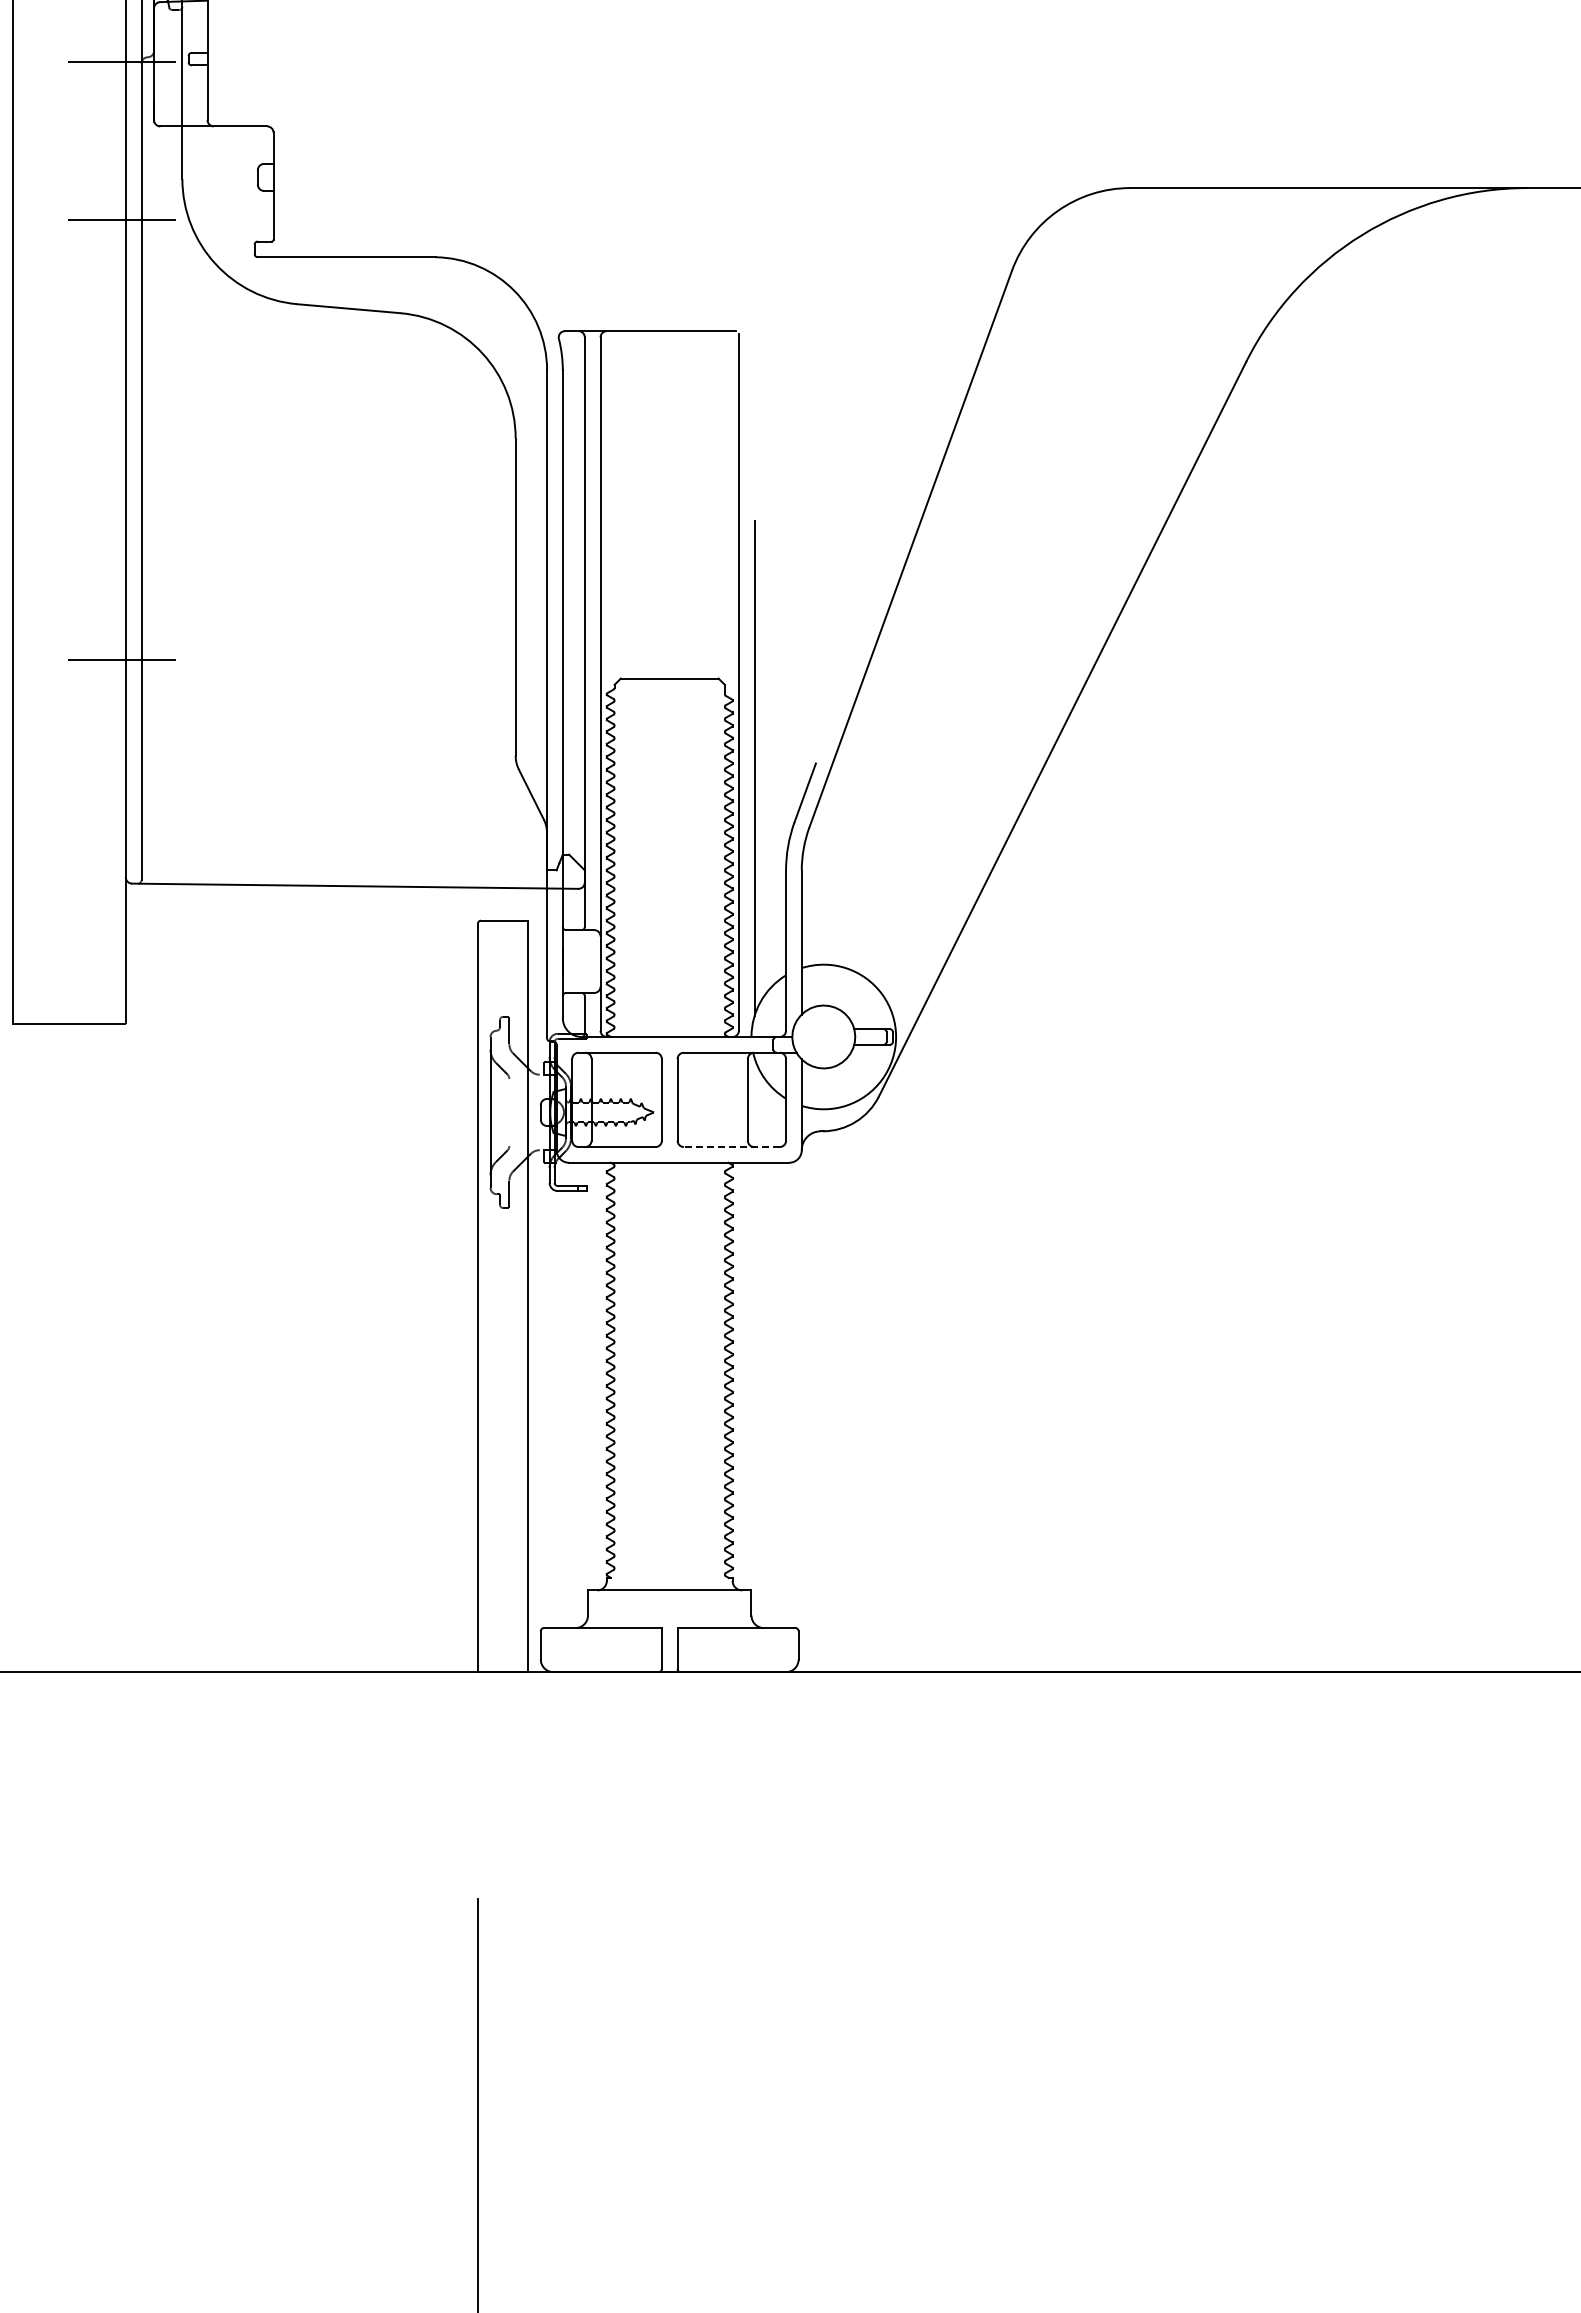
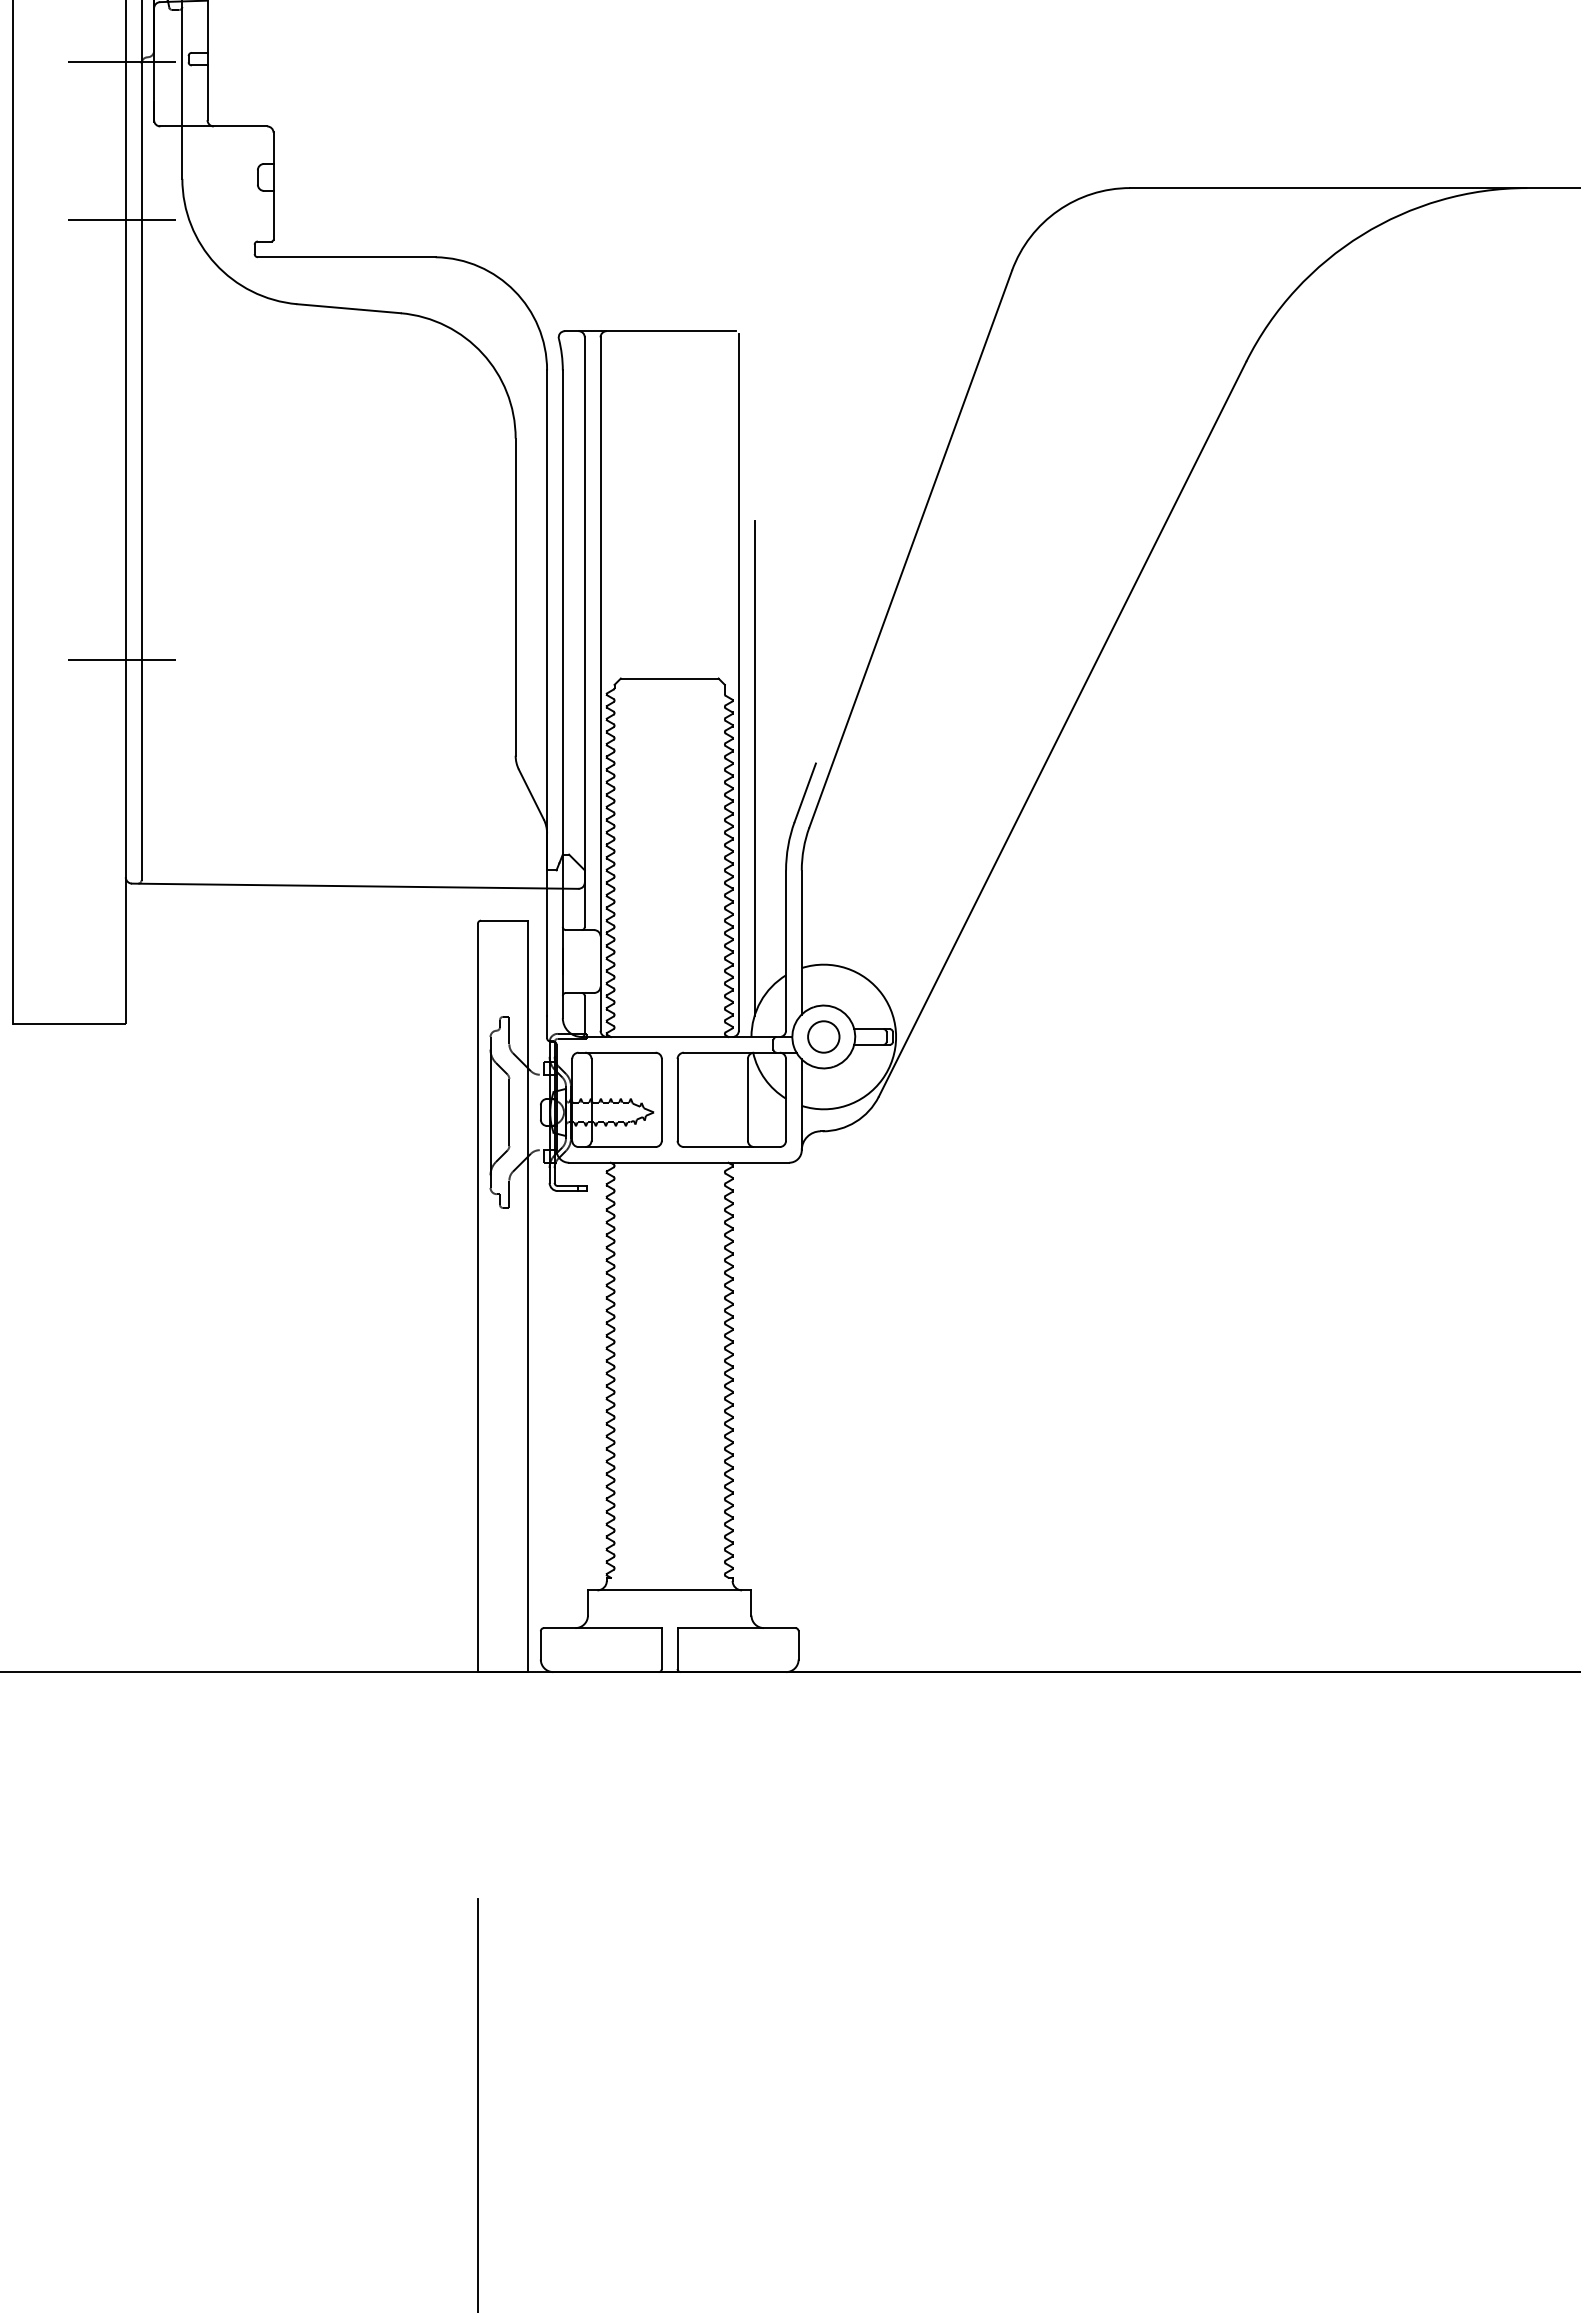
part at (823, 1036): none -> present
line at (509, 1112): none -> present
line at (731, 1147): dashed -> solid
